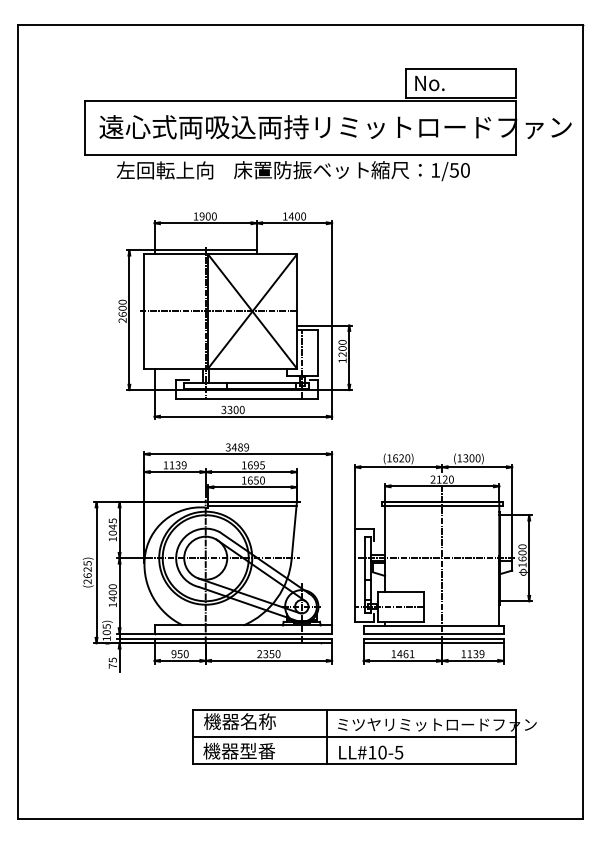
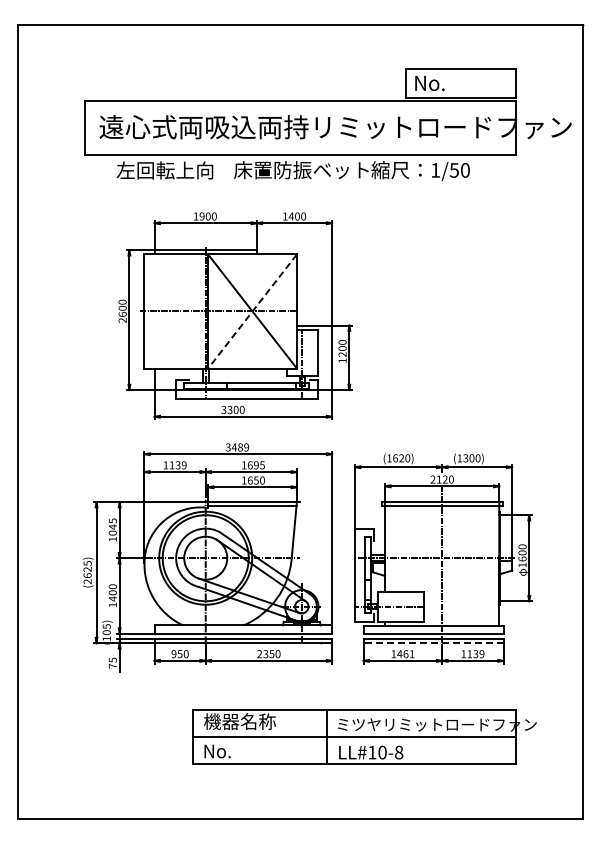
line at (252, 311): solid -> dashed
line at (433, 643): solid -> dashed
text at (239, 750): 機器型番 -> No.
text at (398, 752): LL#10-5 -> LL#10-8
